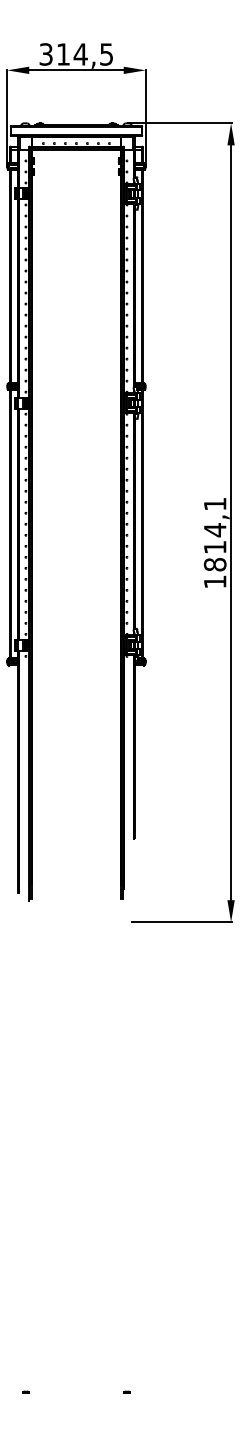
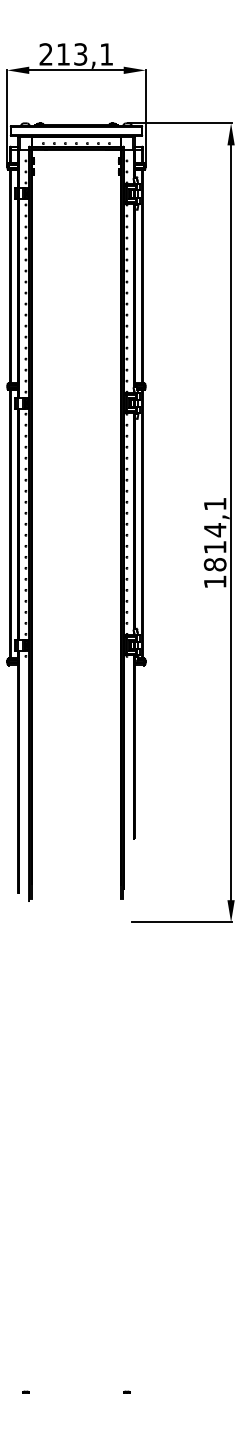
text at (75, 54): 314,5 -> 213,1
